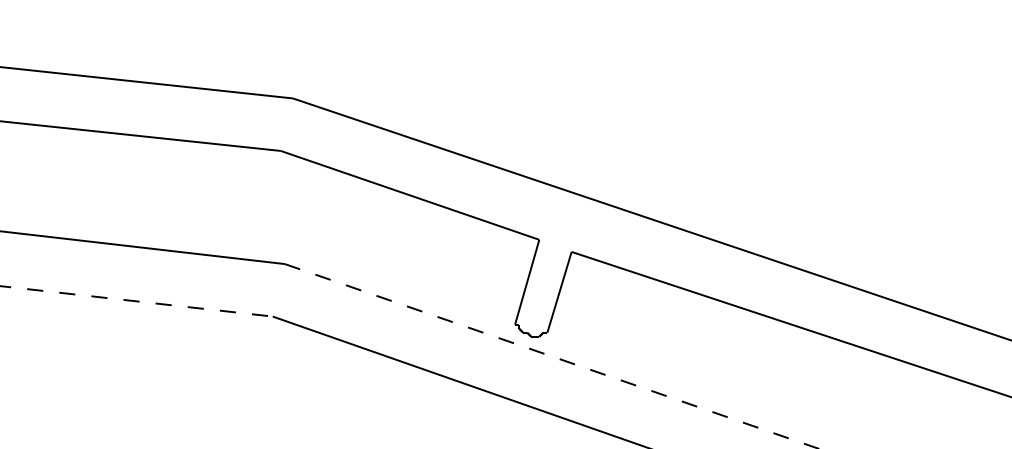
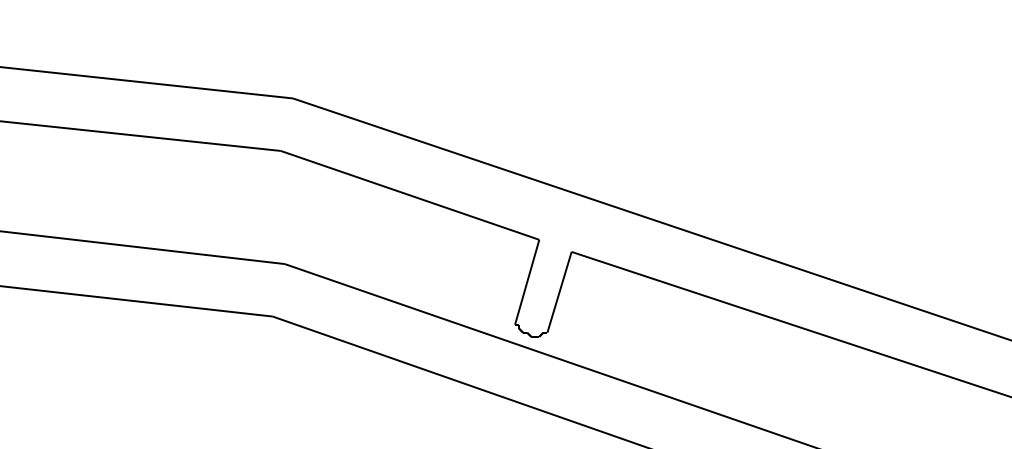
line at (136, 301): dashed -> solid
line at (552, 356): dashed -> solid
